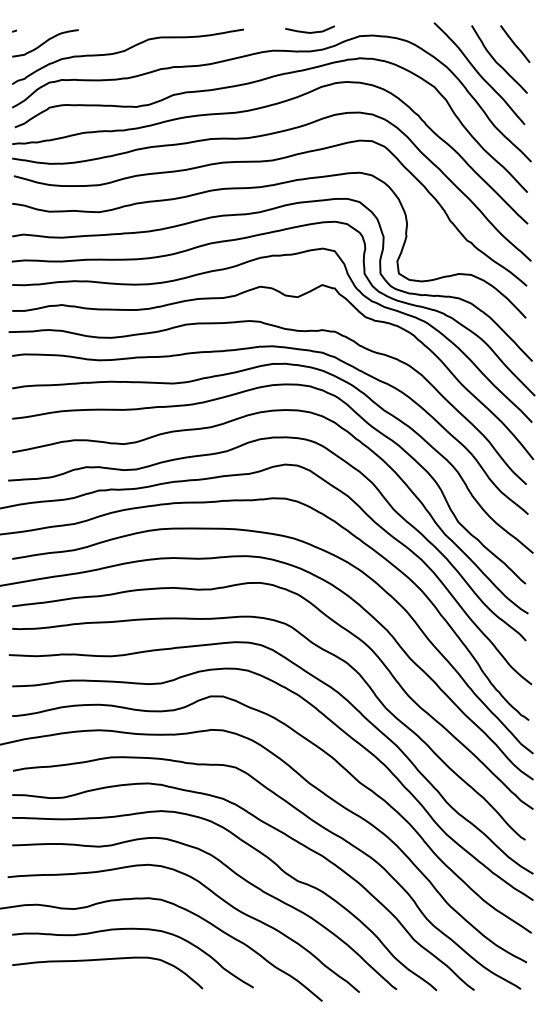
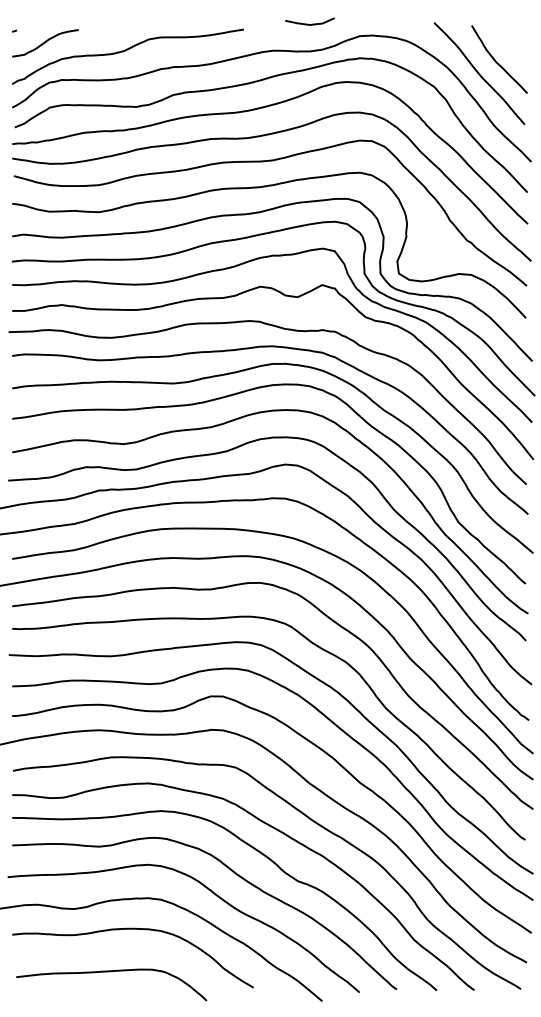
curve at (308, 31) position: (308, 31) -> (308, 23)
line at (515, 43): present -> none
curve at (107, 960) position: (107, 960) -> (111, 972)
